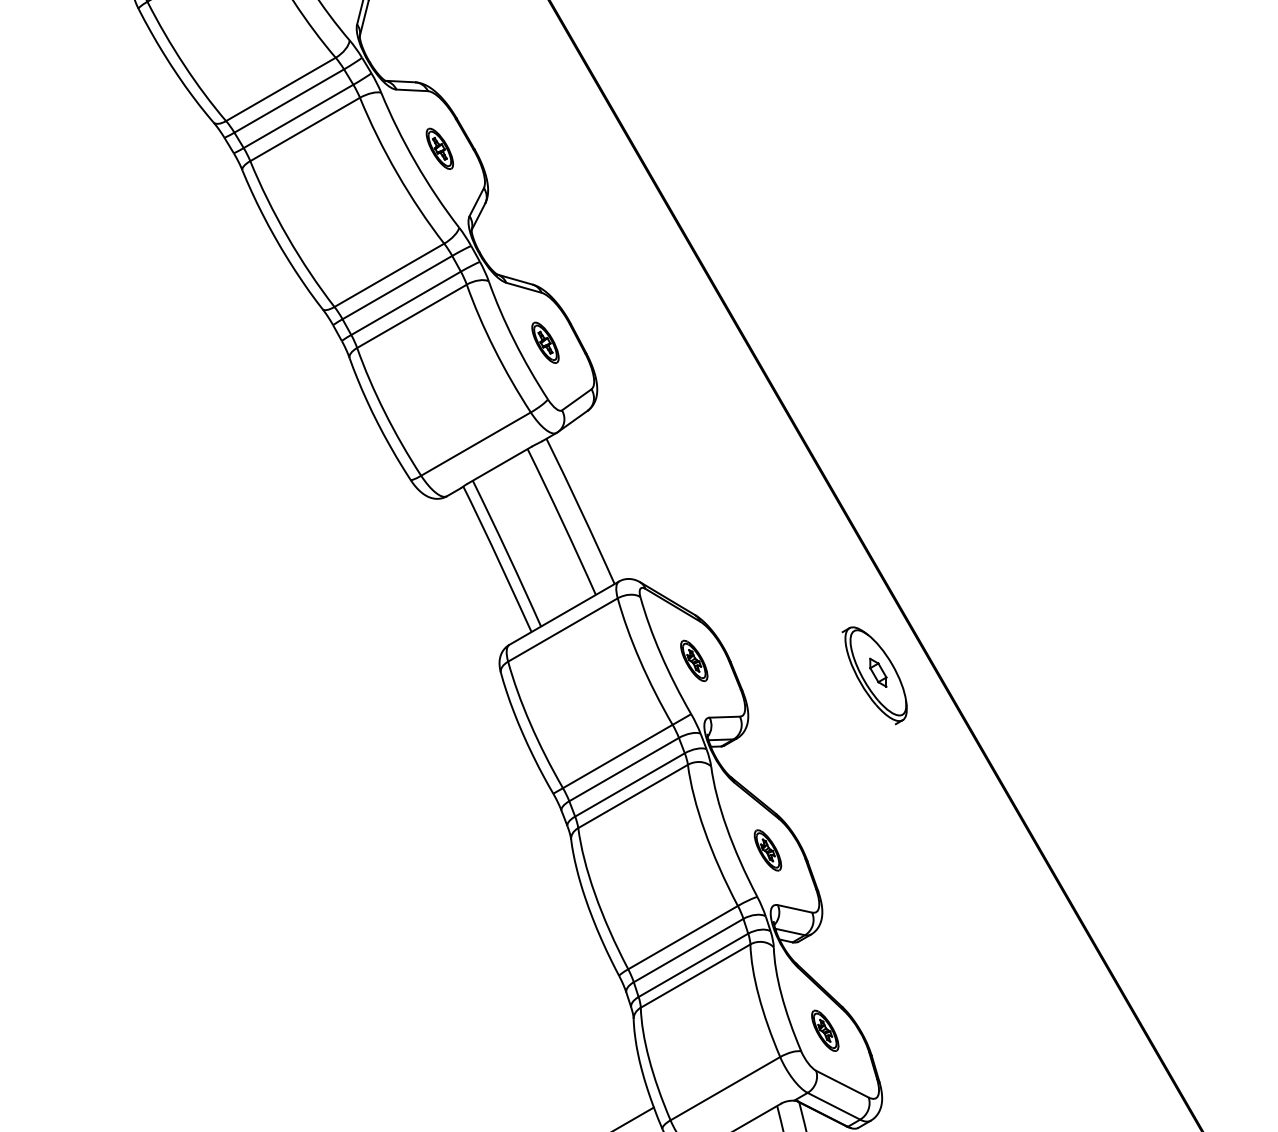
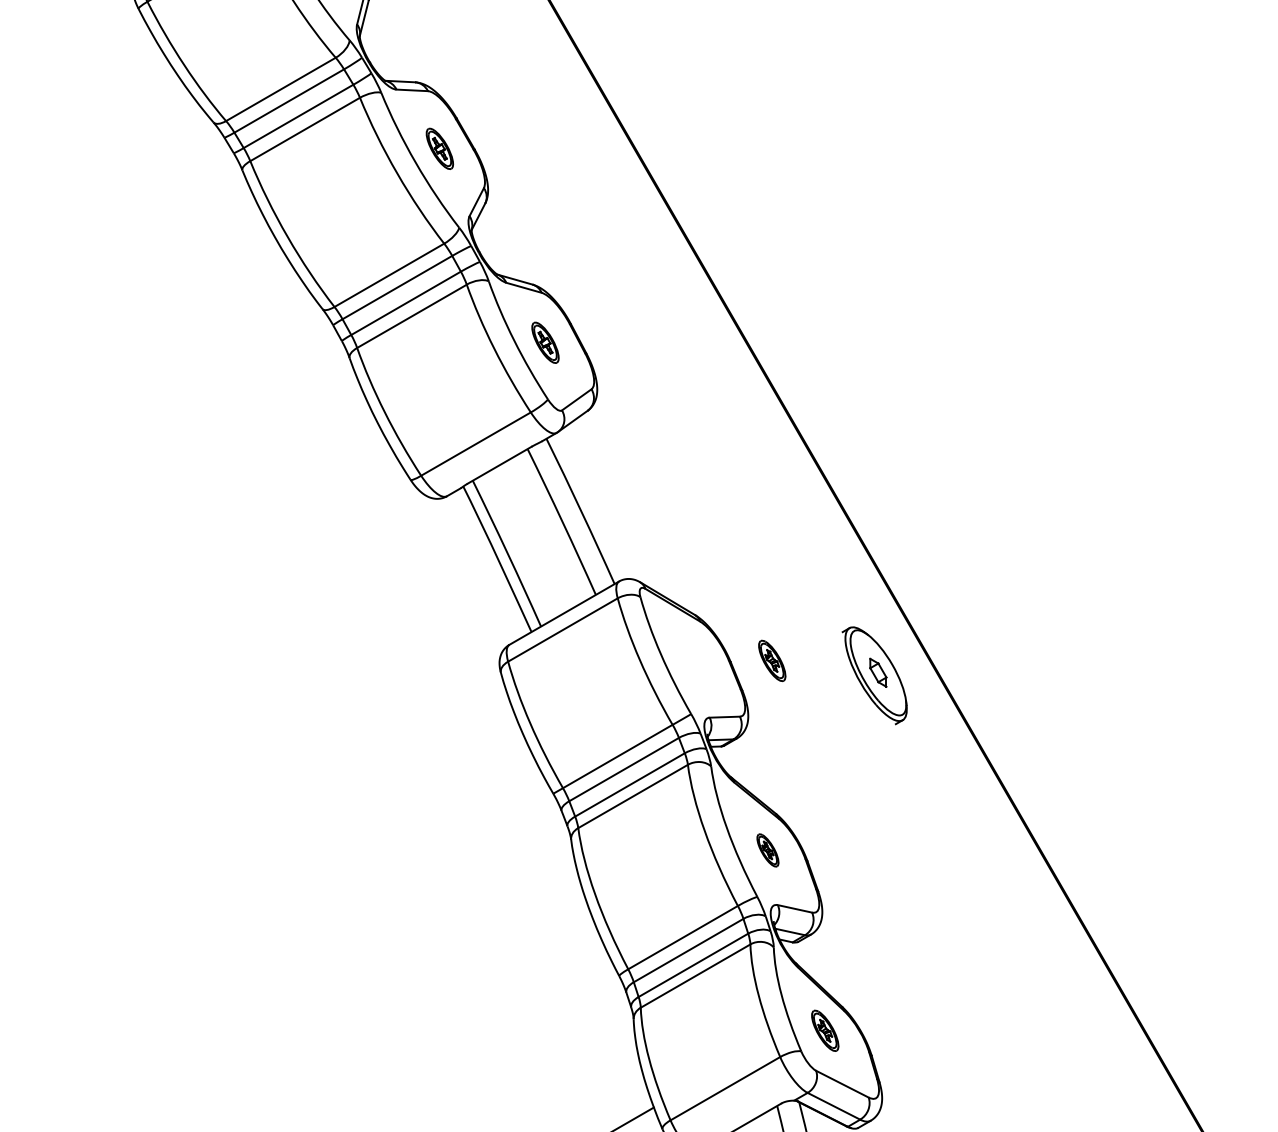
part at (694, 660) position: (694, 660) -> (772, 660)
part at (767, 850) size: 30x43 px -> 24x35 px
